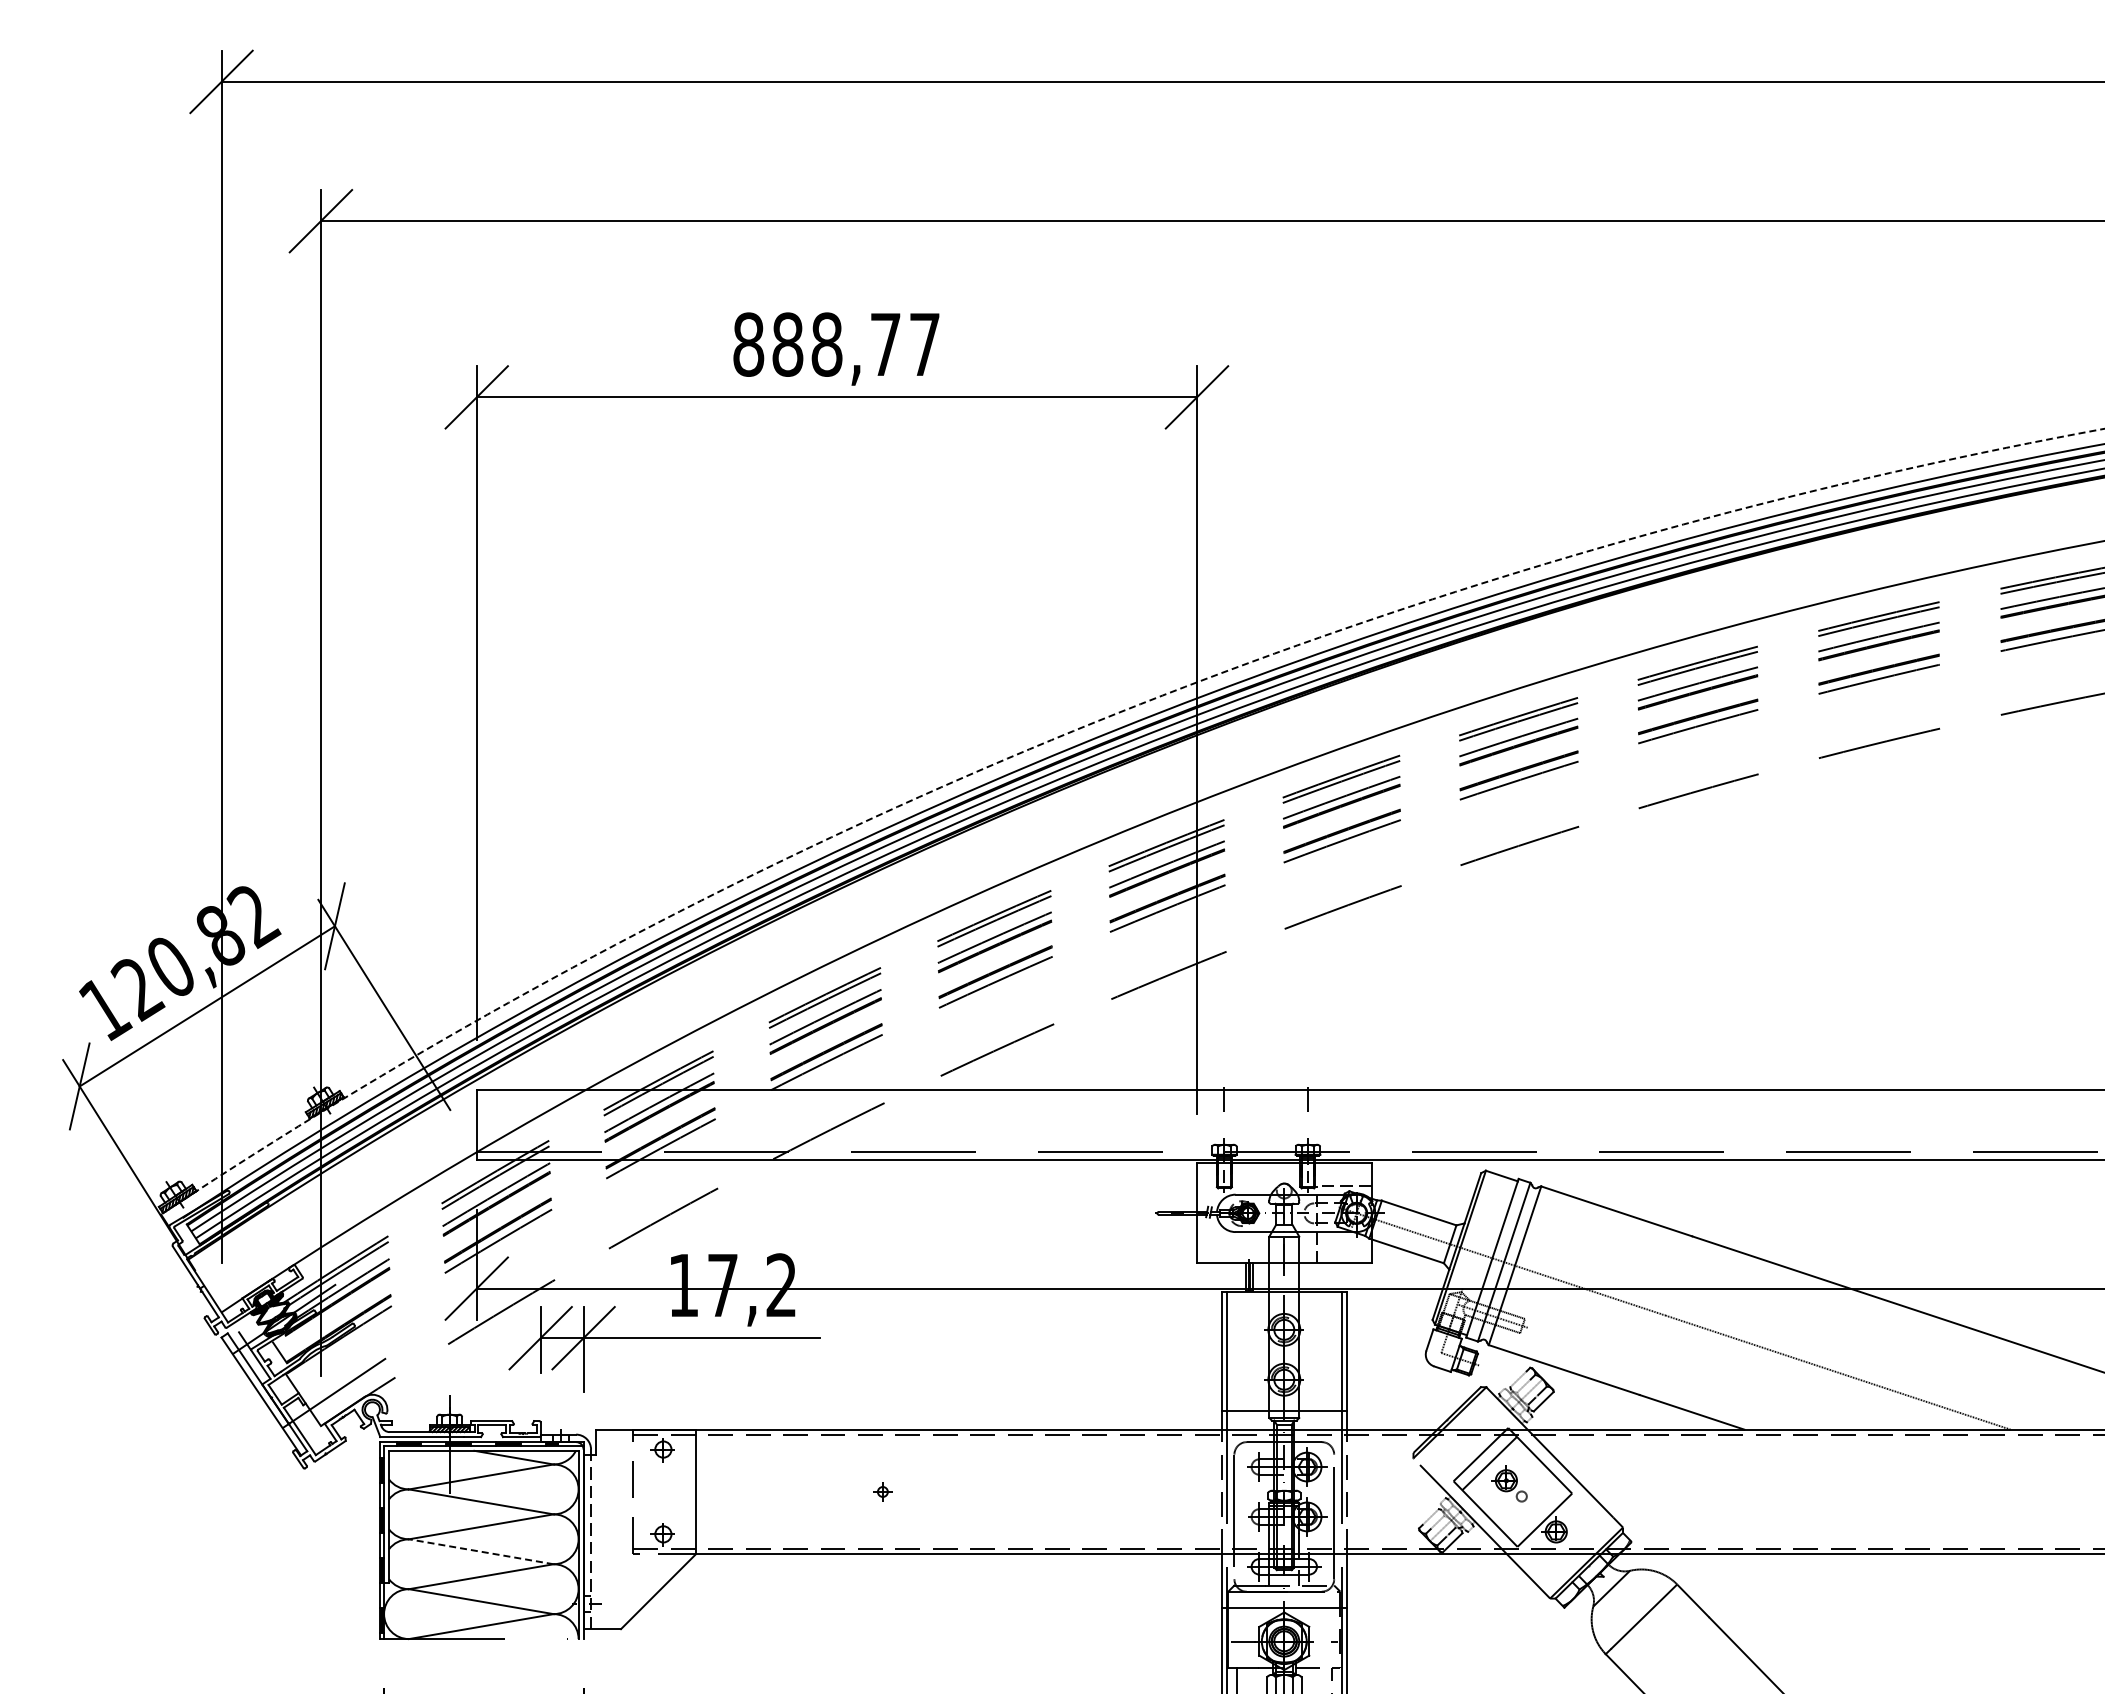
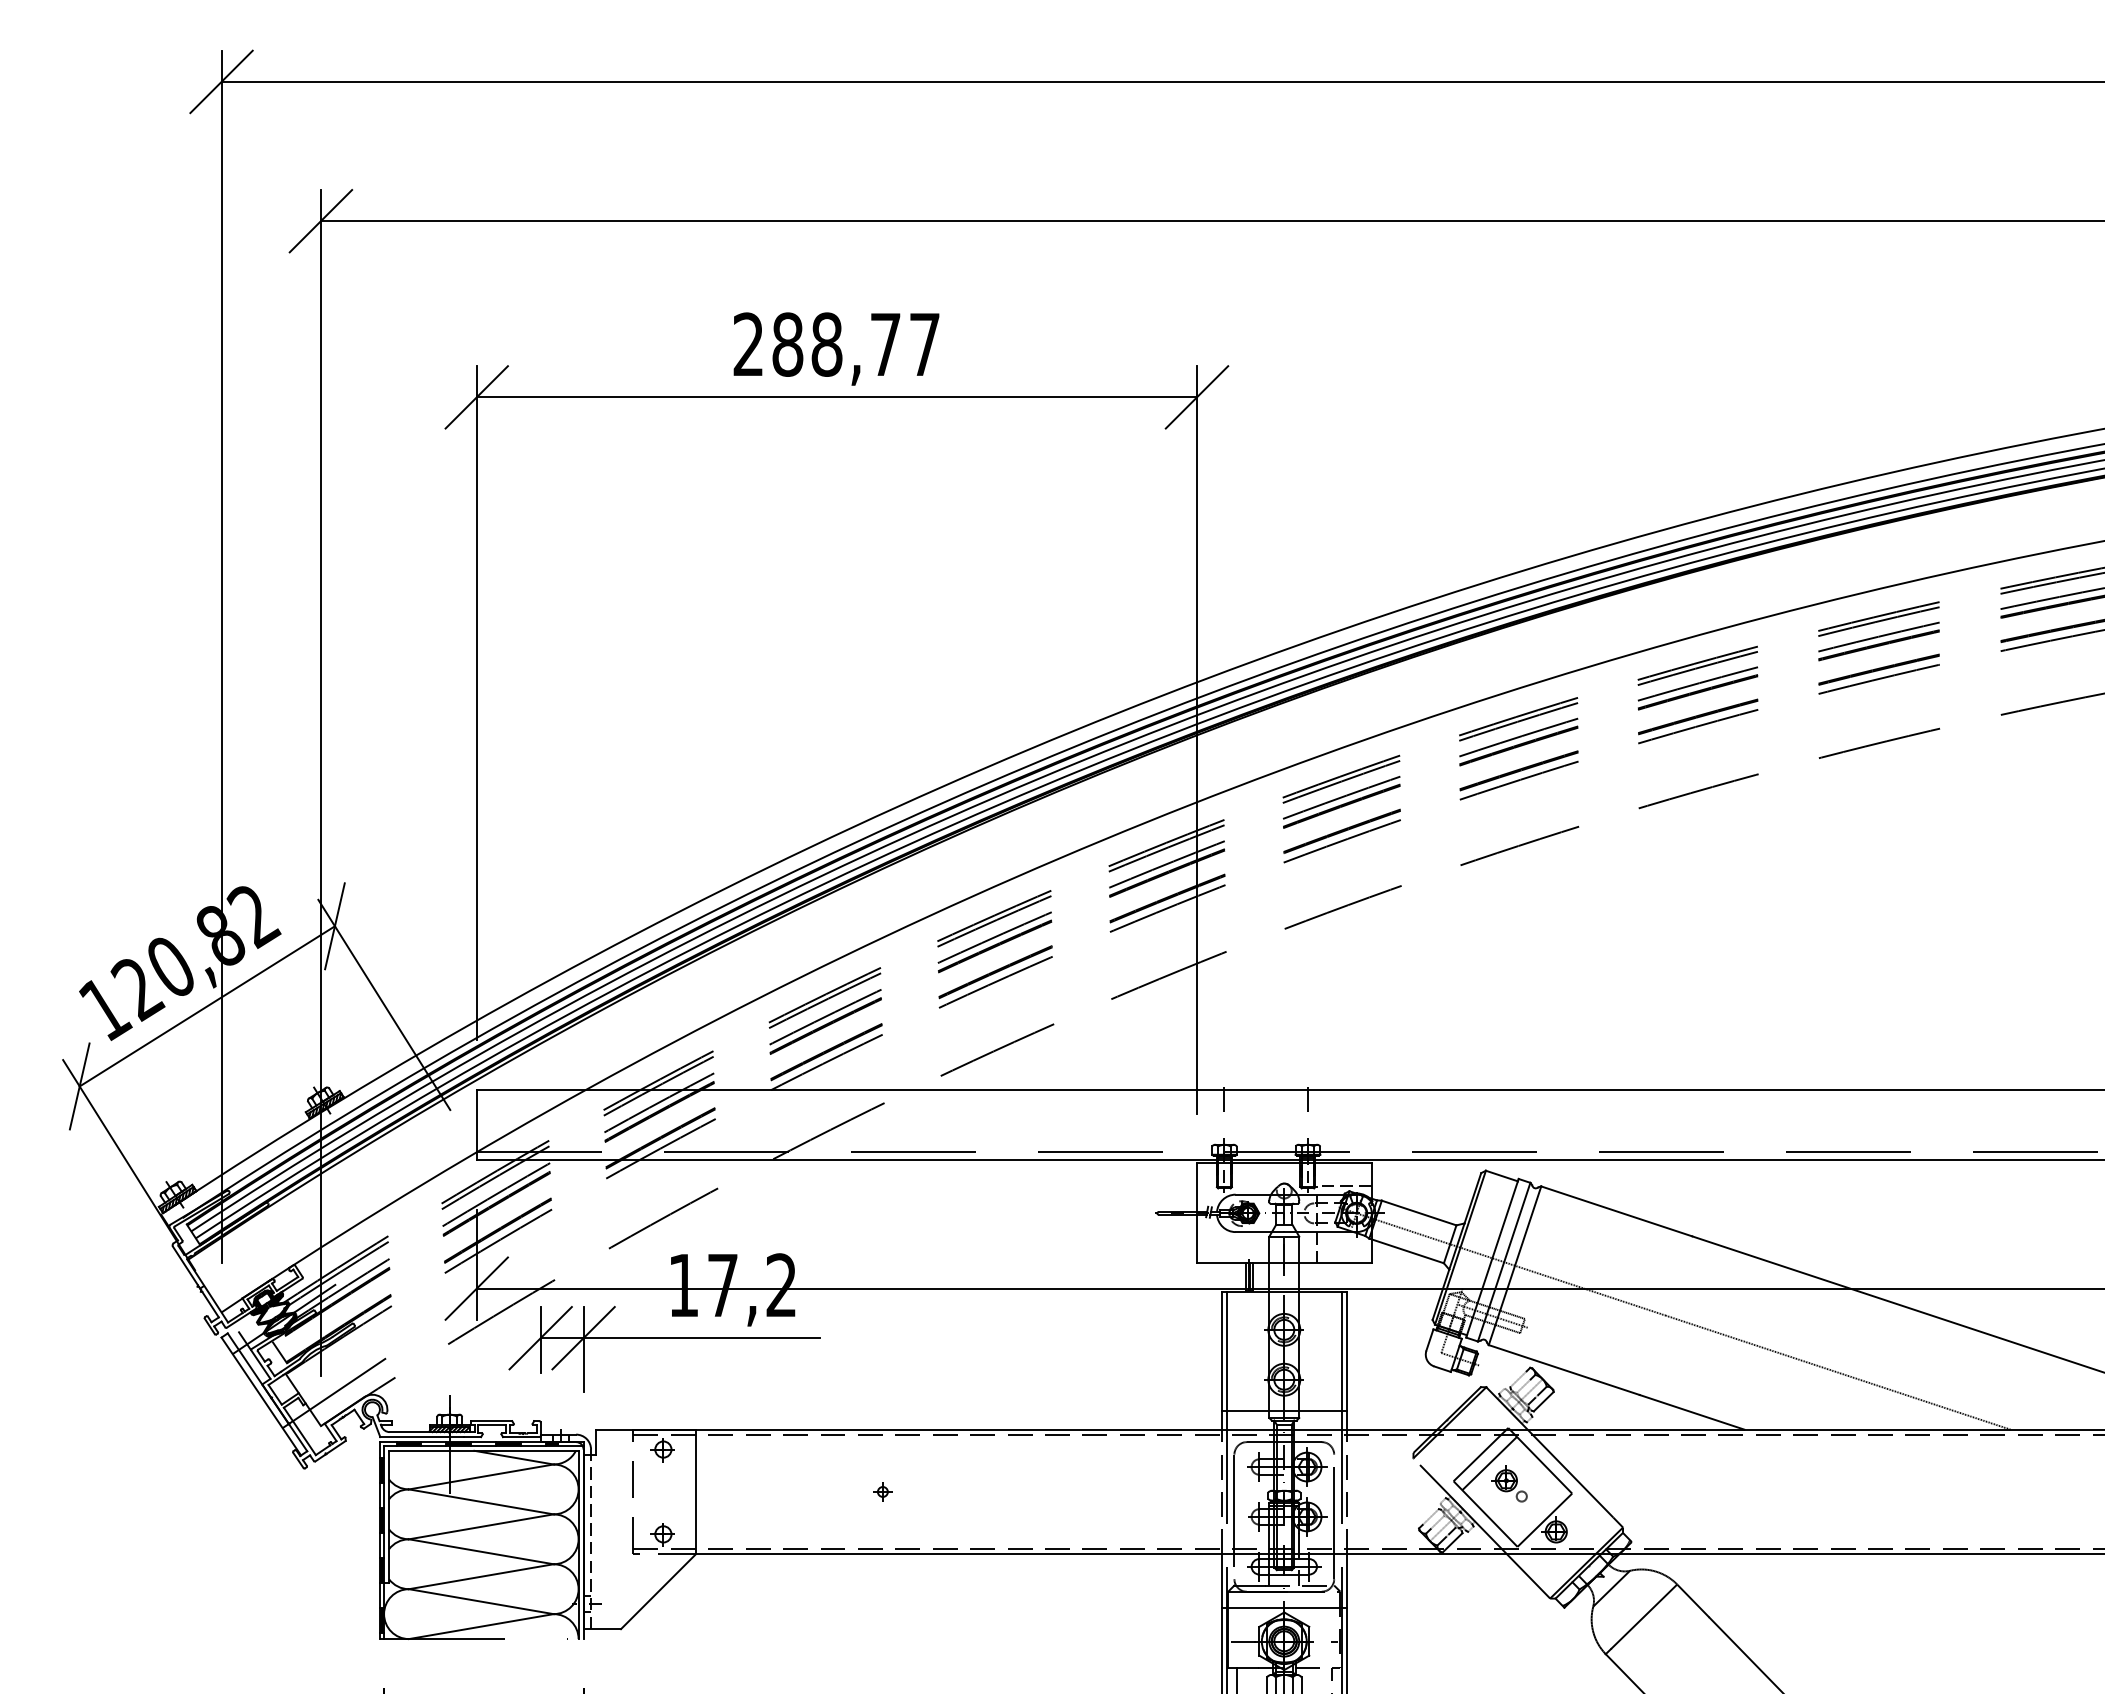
text at (748, 344): 888,77 -> 288,77
arc at (1100, 720): dashed -> solid
line at (480, 1551): dashed -> solid
